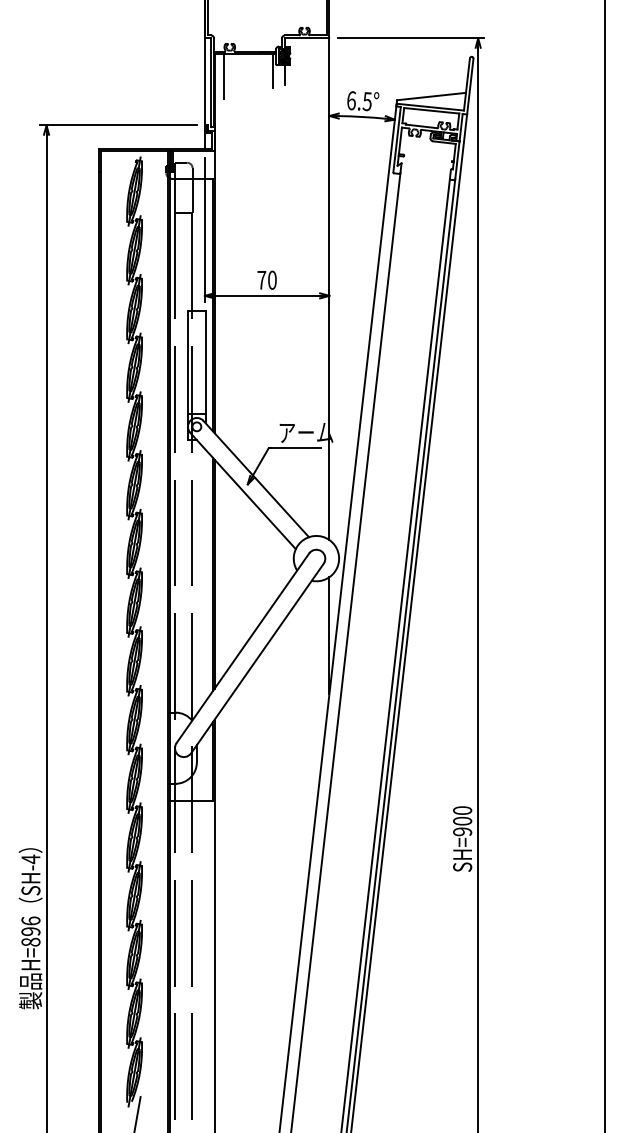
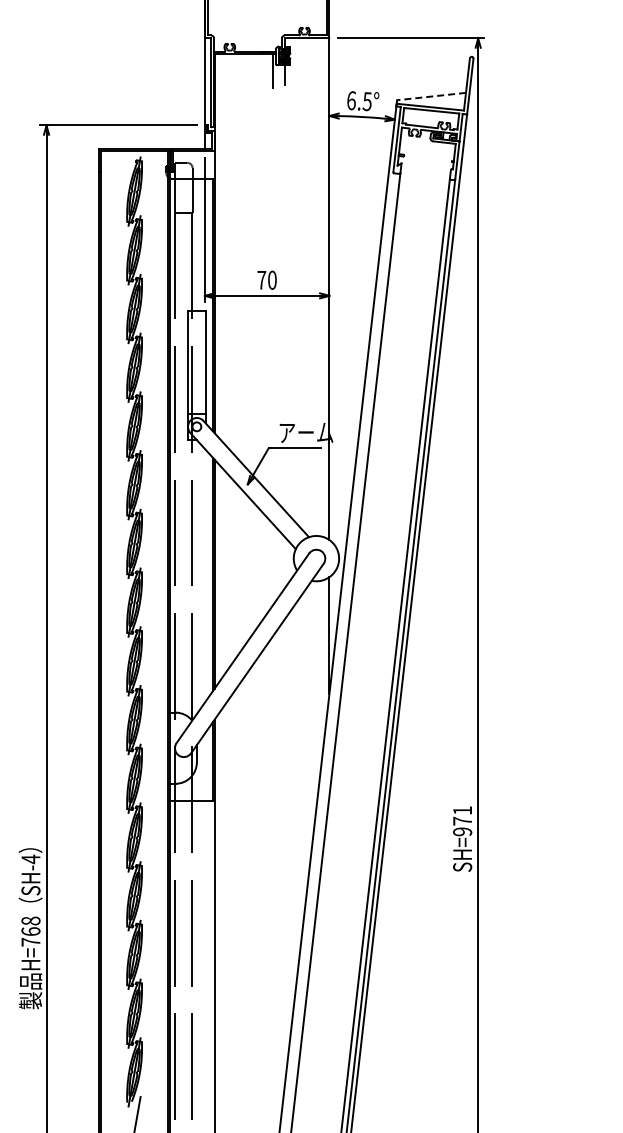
line at (224, 76): present -> none
line at (431, 96): solid -> dashed
line at (604, 565): present -> none
text at (462, 815): SH=900 -> SH=971
text at (30, 931): H=896 -> H=768
